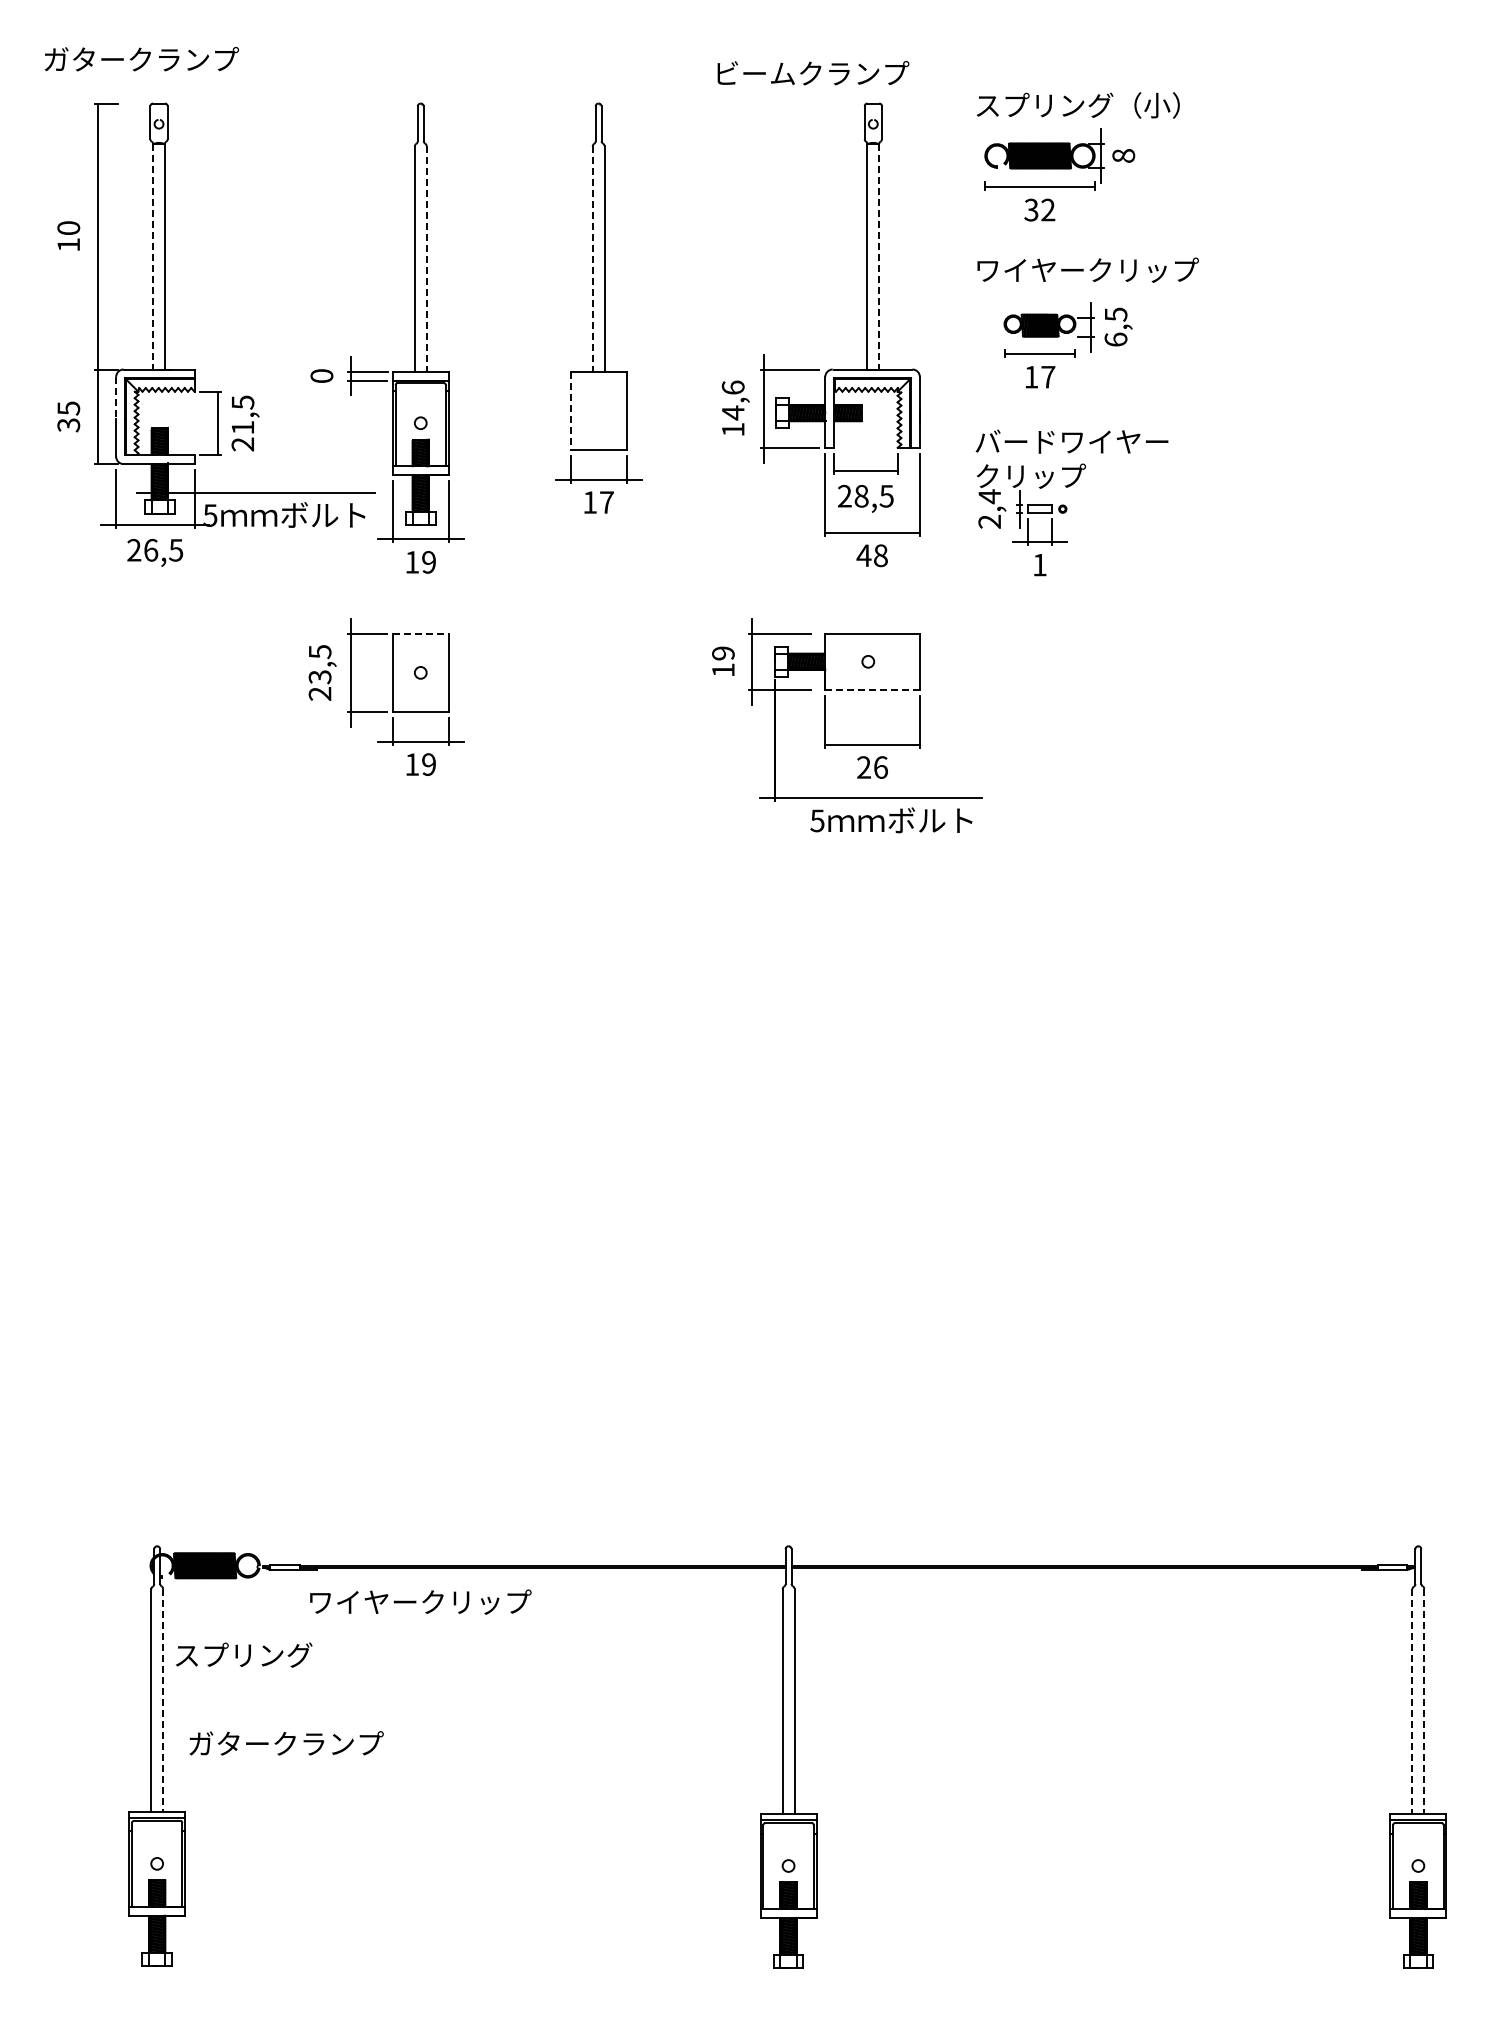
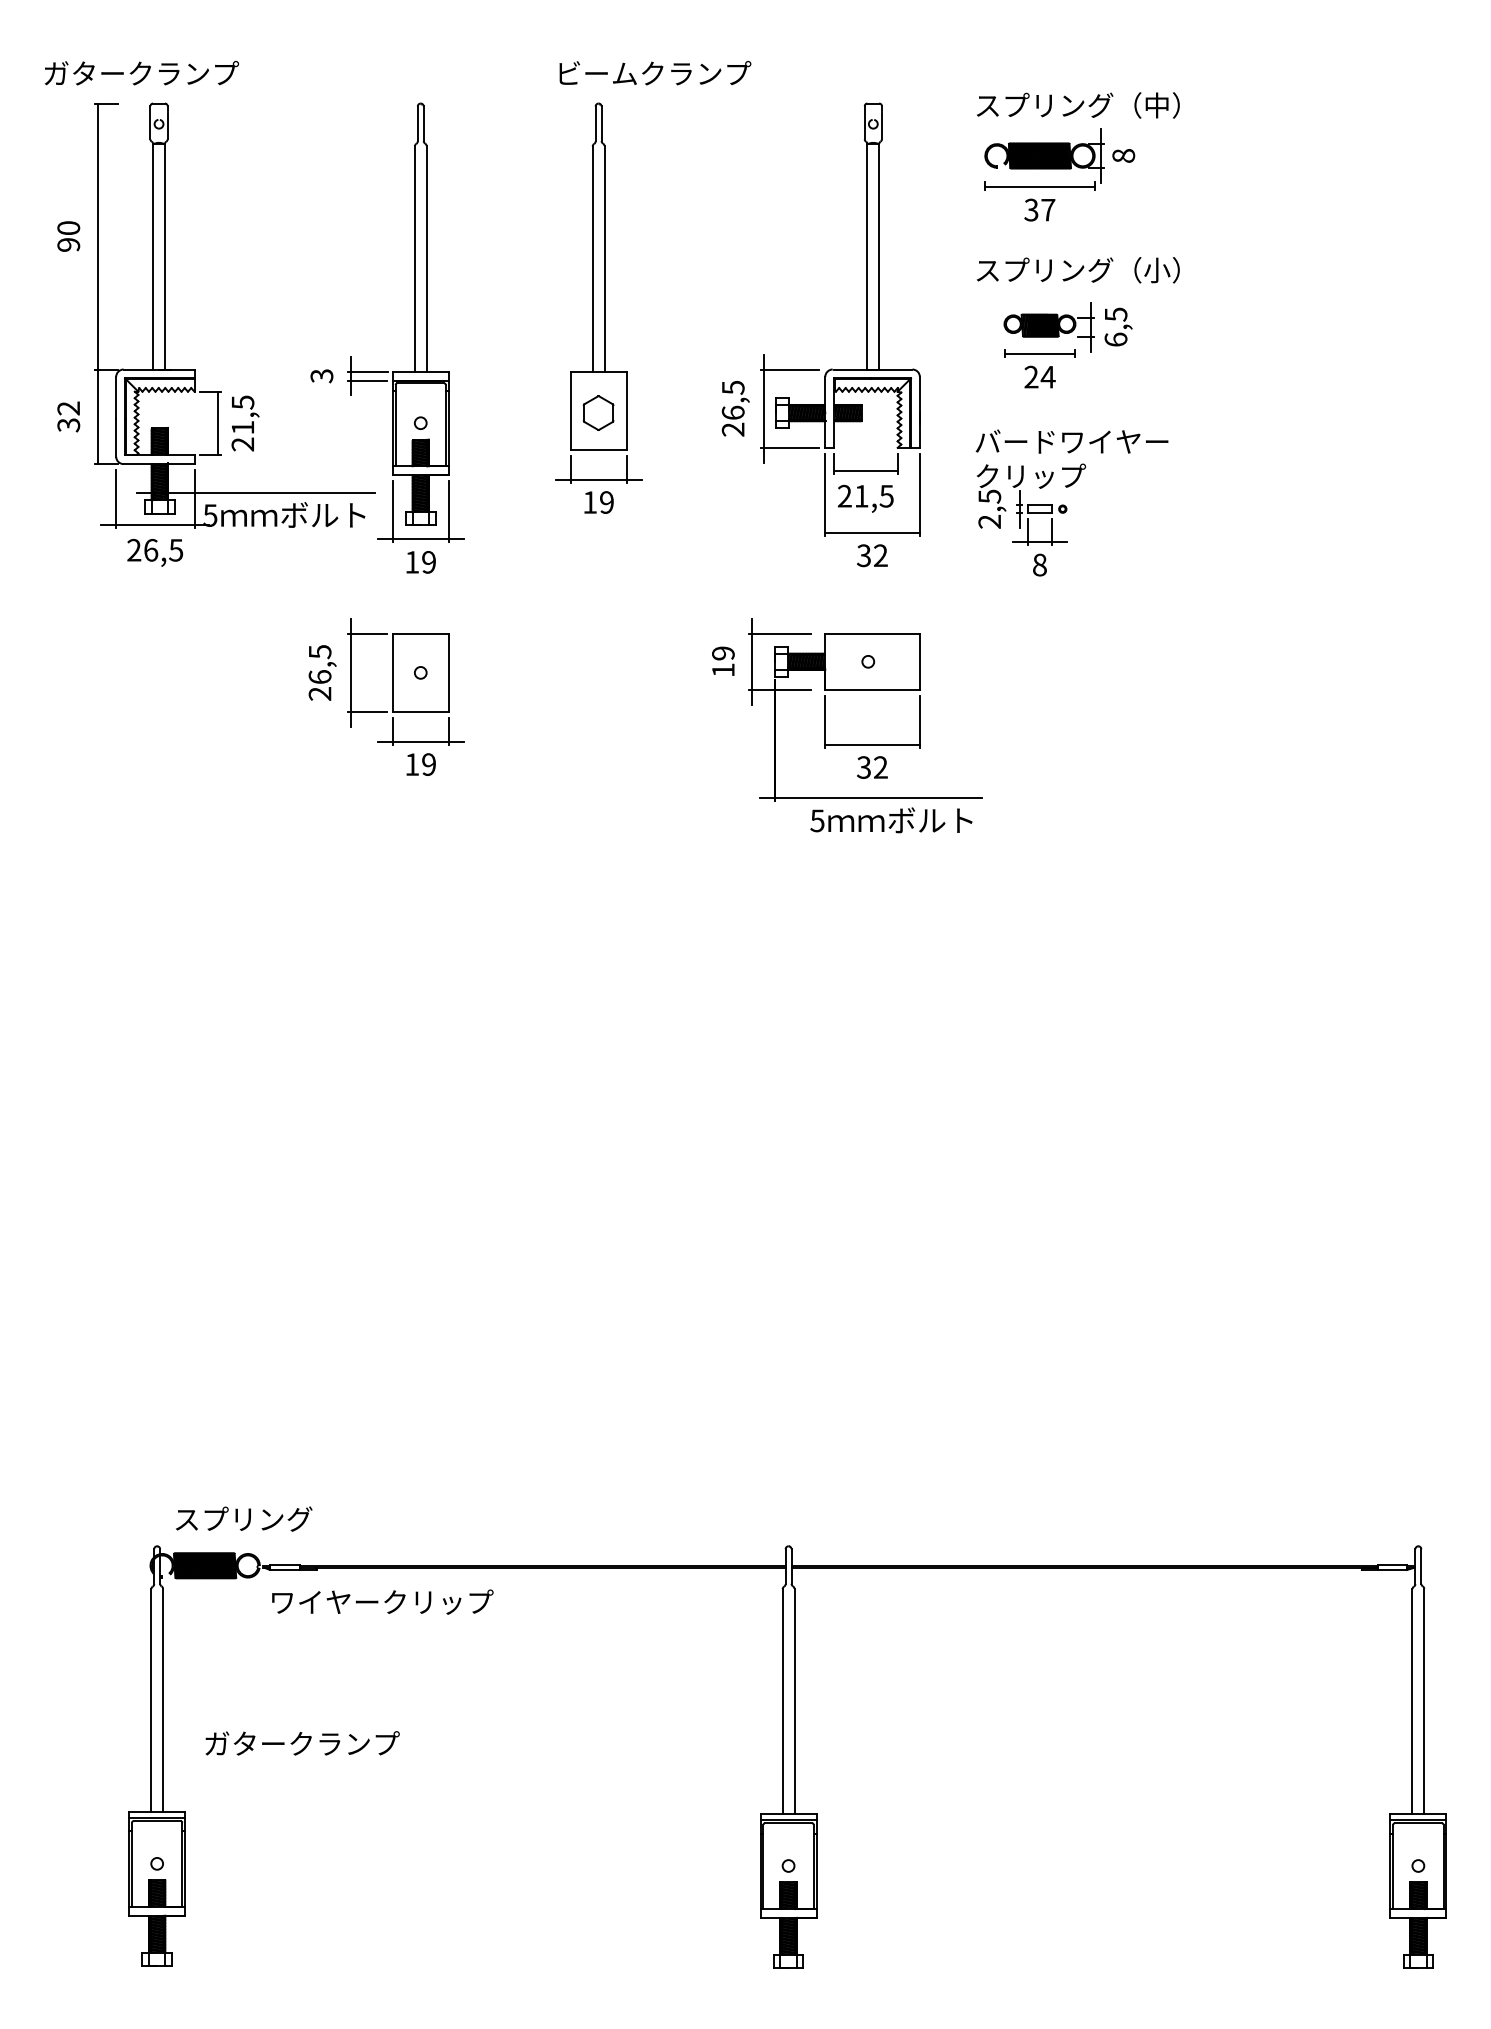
text at (141, 59) position: (141, 59) -> (141, 73)
text at (813, 73) position: (813, 73) -> (655, 73)
text at (1157, 105): スプリング（小） -> スプリング（中）
text at (1048, 209): 32 -> 37
text at (68, 244): 10 -> 90
line at (153, 256): dashed -> solid
line at (879, 256): dashed -> solid
line at (426, 258): dashed -> solid
line at (592, 258): dashed -> solid
text at (1087, 270): ワイヤークリップ -> スプリング（小）
text at (321, 376): 0 -> 3
text at (1039, 376): 17 -> 24
line at (116, 397): dashed -> solid
text at (68, 408): 35 -> 32
text at (732, 408): 14,6 -> 26,5
line at (570, 411): dashed -> solid
part at (598, 412): none -> present
text at (861, 496): 28,5 -> 21,5
text at (989, 496): 2,4 -> 2,5
text at (606, 502): 17 -> 19
text at (871, 555): 48 -> 32
text at (1039, 564): 1 -> 8
line at (421, 633): dashed -> solid
text at (319, 677): 23,5 -> 26,5
line at (873, 689): dashed -> solid
text at (872, 767): 26 -> 32
text at (420, 1601) position: (420, 1601) -> (382, 1601)
text at (244, 1654) position: (244, 1654) -> (244, 1518)
line at (163, 1700): dashed -> solid
line at (1412, 1701): dashed -> solid
line at (1424, 1701): dashed -> solid
text at (286, 1743) position: (286, 1743) -> (302, 1743)
